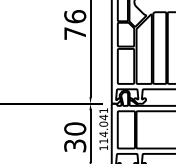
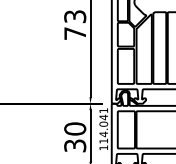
text at (75, 16): 76 -> 73
